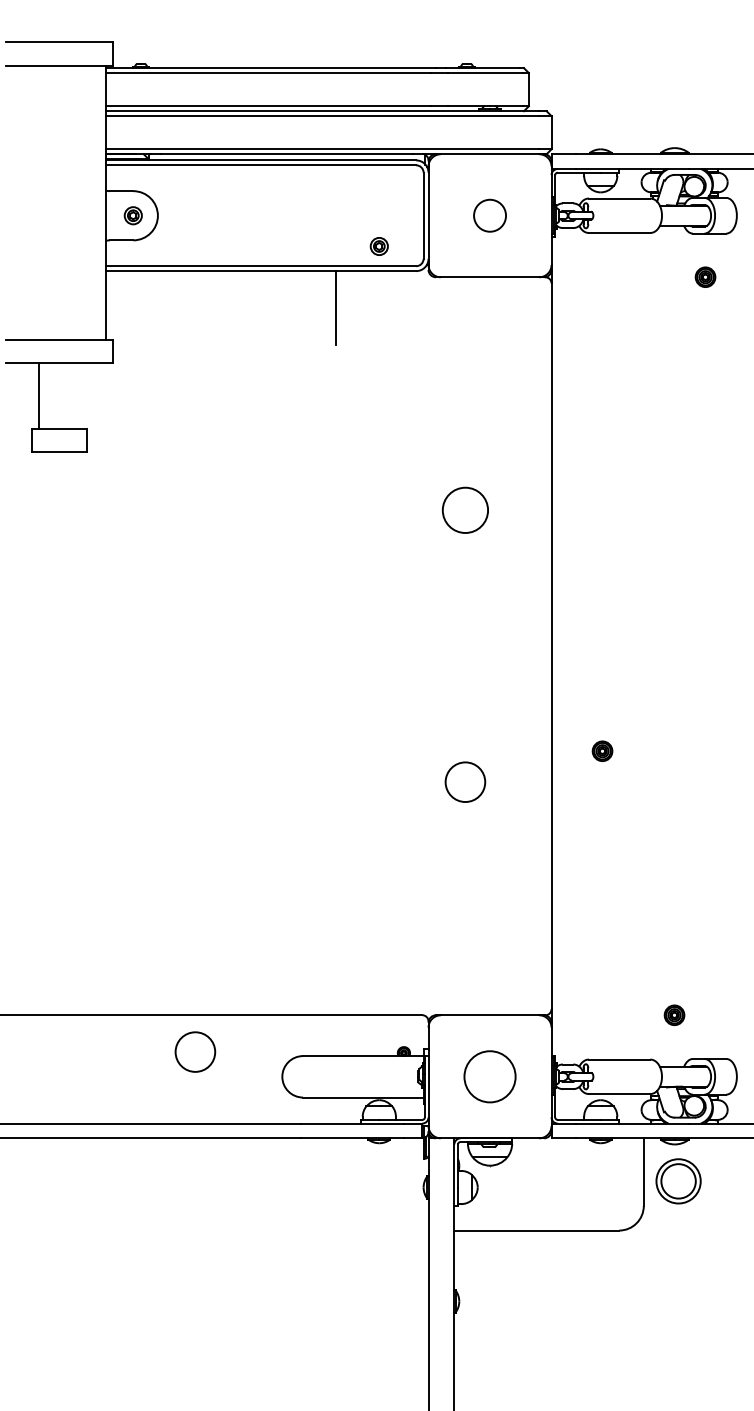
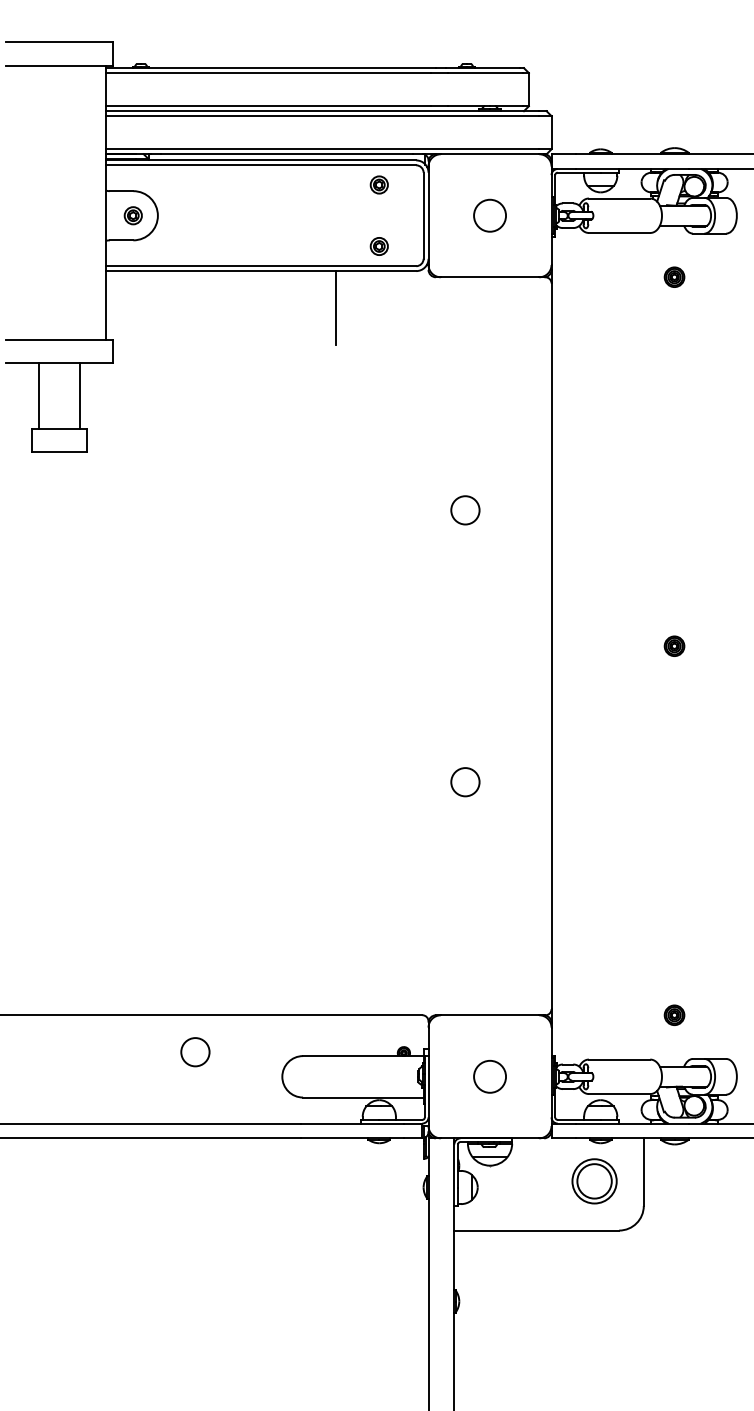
part at (378, 184): none -> present
part at (705, 276) position: (705, 276) -> (674, 276)
line at (80, 395): none -> present
circle at (465, 509) diameter: 45 px -> 28 px
part at (602, 750) position: (602, 750) -> (674, 645)
circle at (465, 782) diameter: 40 px -> 28 px
circle at (195, 1051) size: 43x42 px -> 31x31 px
circle at (489, 1076) diameter: 51 px -> 32 px
part at (678, 1181) position: (678, 1181) -> (594, 1181)
